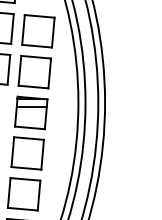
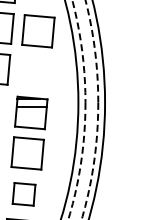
part at (34, 72): present -> none
circle at (76, 109): solid -> dashed
circle at (89, 109): solid -> dashed
part at (23, 194) size: 36x35 px -> 26x25 px
